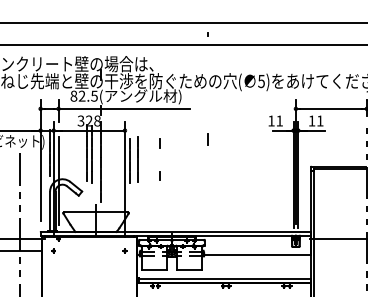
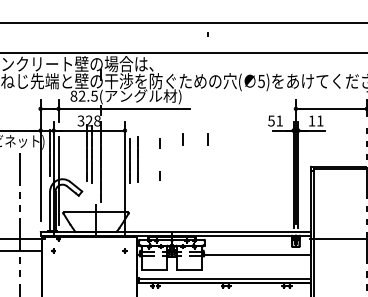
line at (183, 44) position: (183, 44) -> (183, 52)
text at (271, 120): 11 -> 51
line at (182, 139): none -> present
